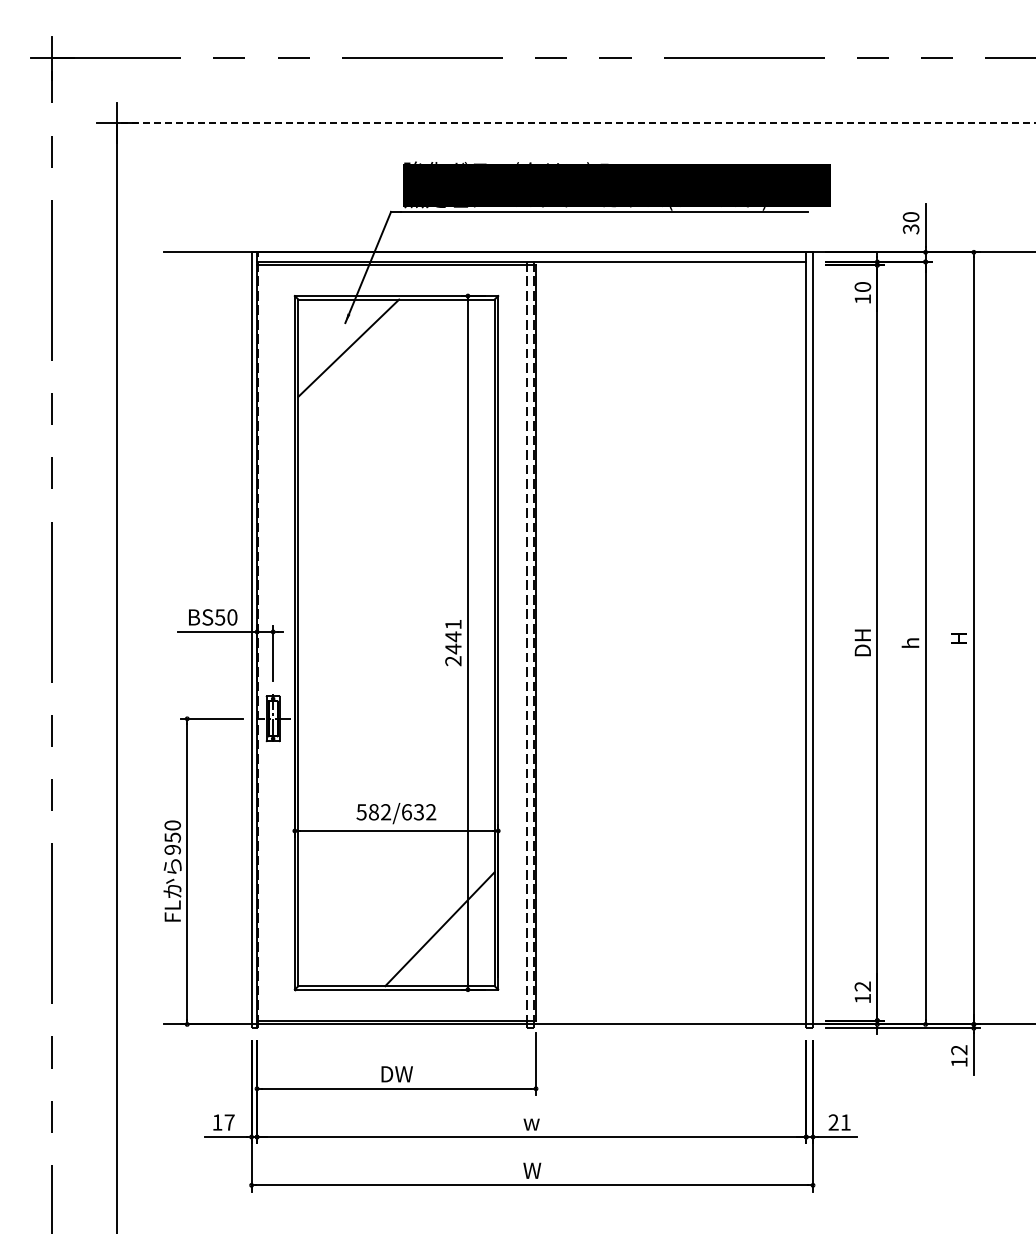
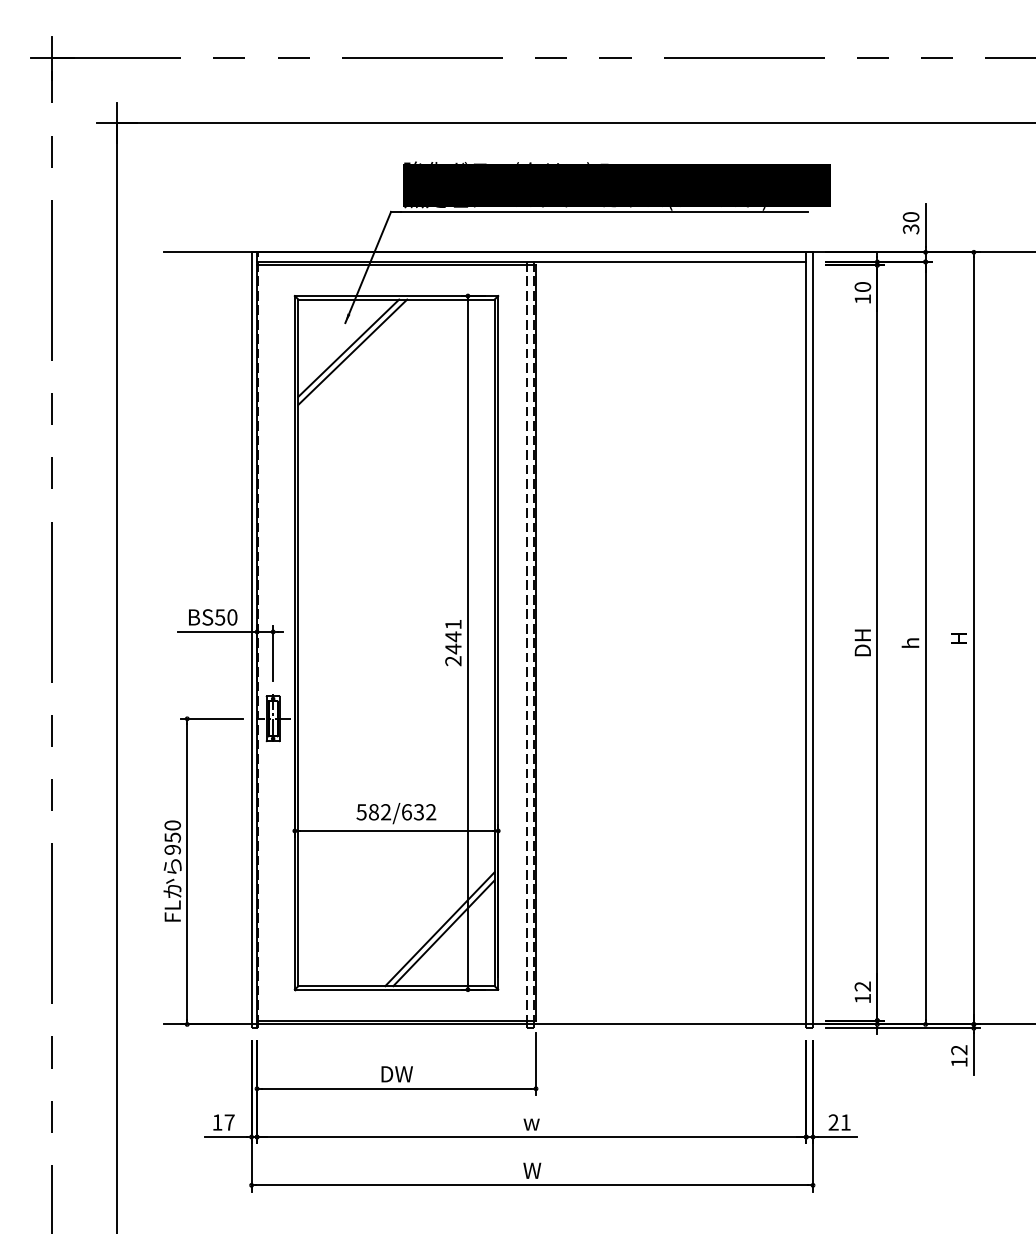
line at (575, 122): dashed -> solid
line at (352, 351): none -> present
line at (443, 933): none -> present
